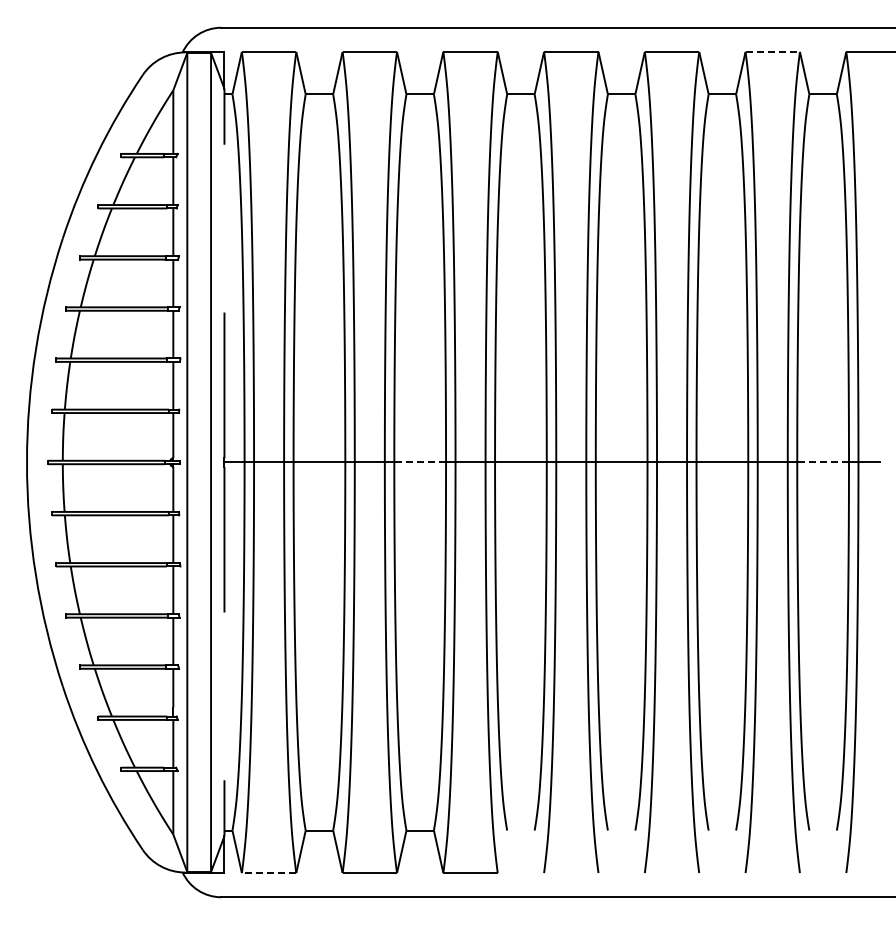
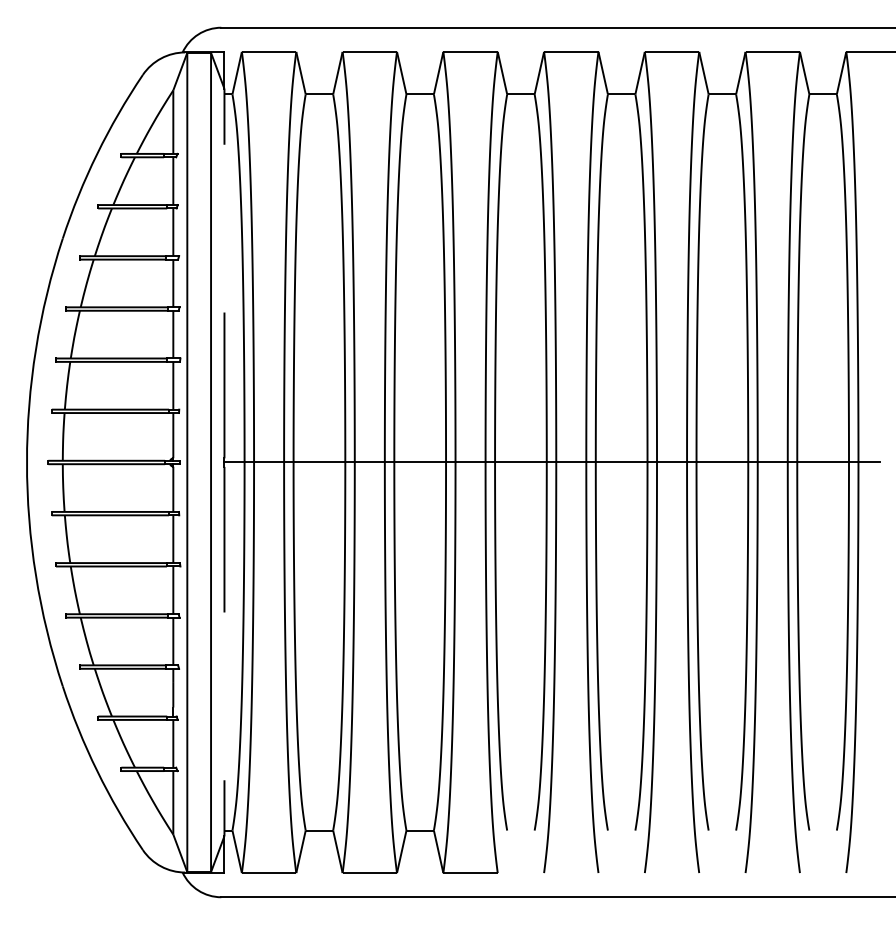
line at (772, 51): dashed -> solid
line at (420, 462): dashed -> solid
line at (823, 462): dashed -> solid
line at (269, 873): dashed -> solid
